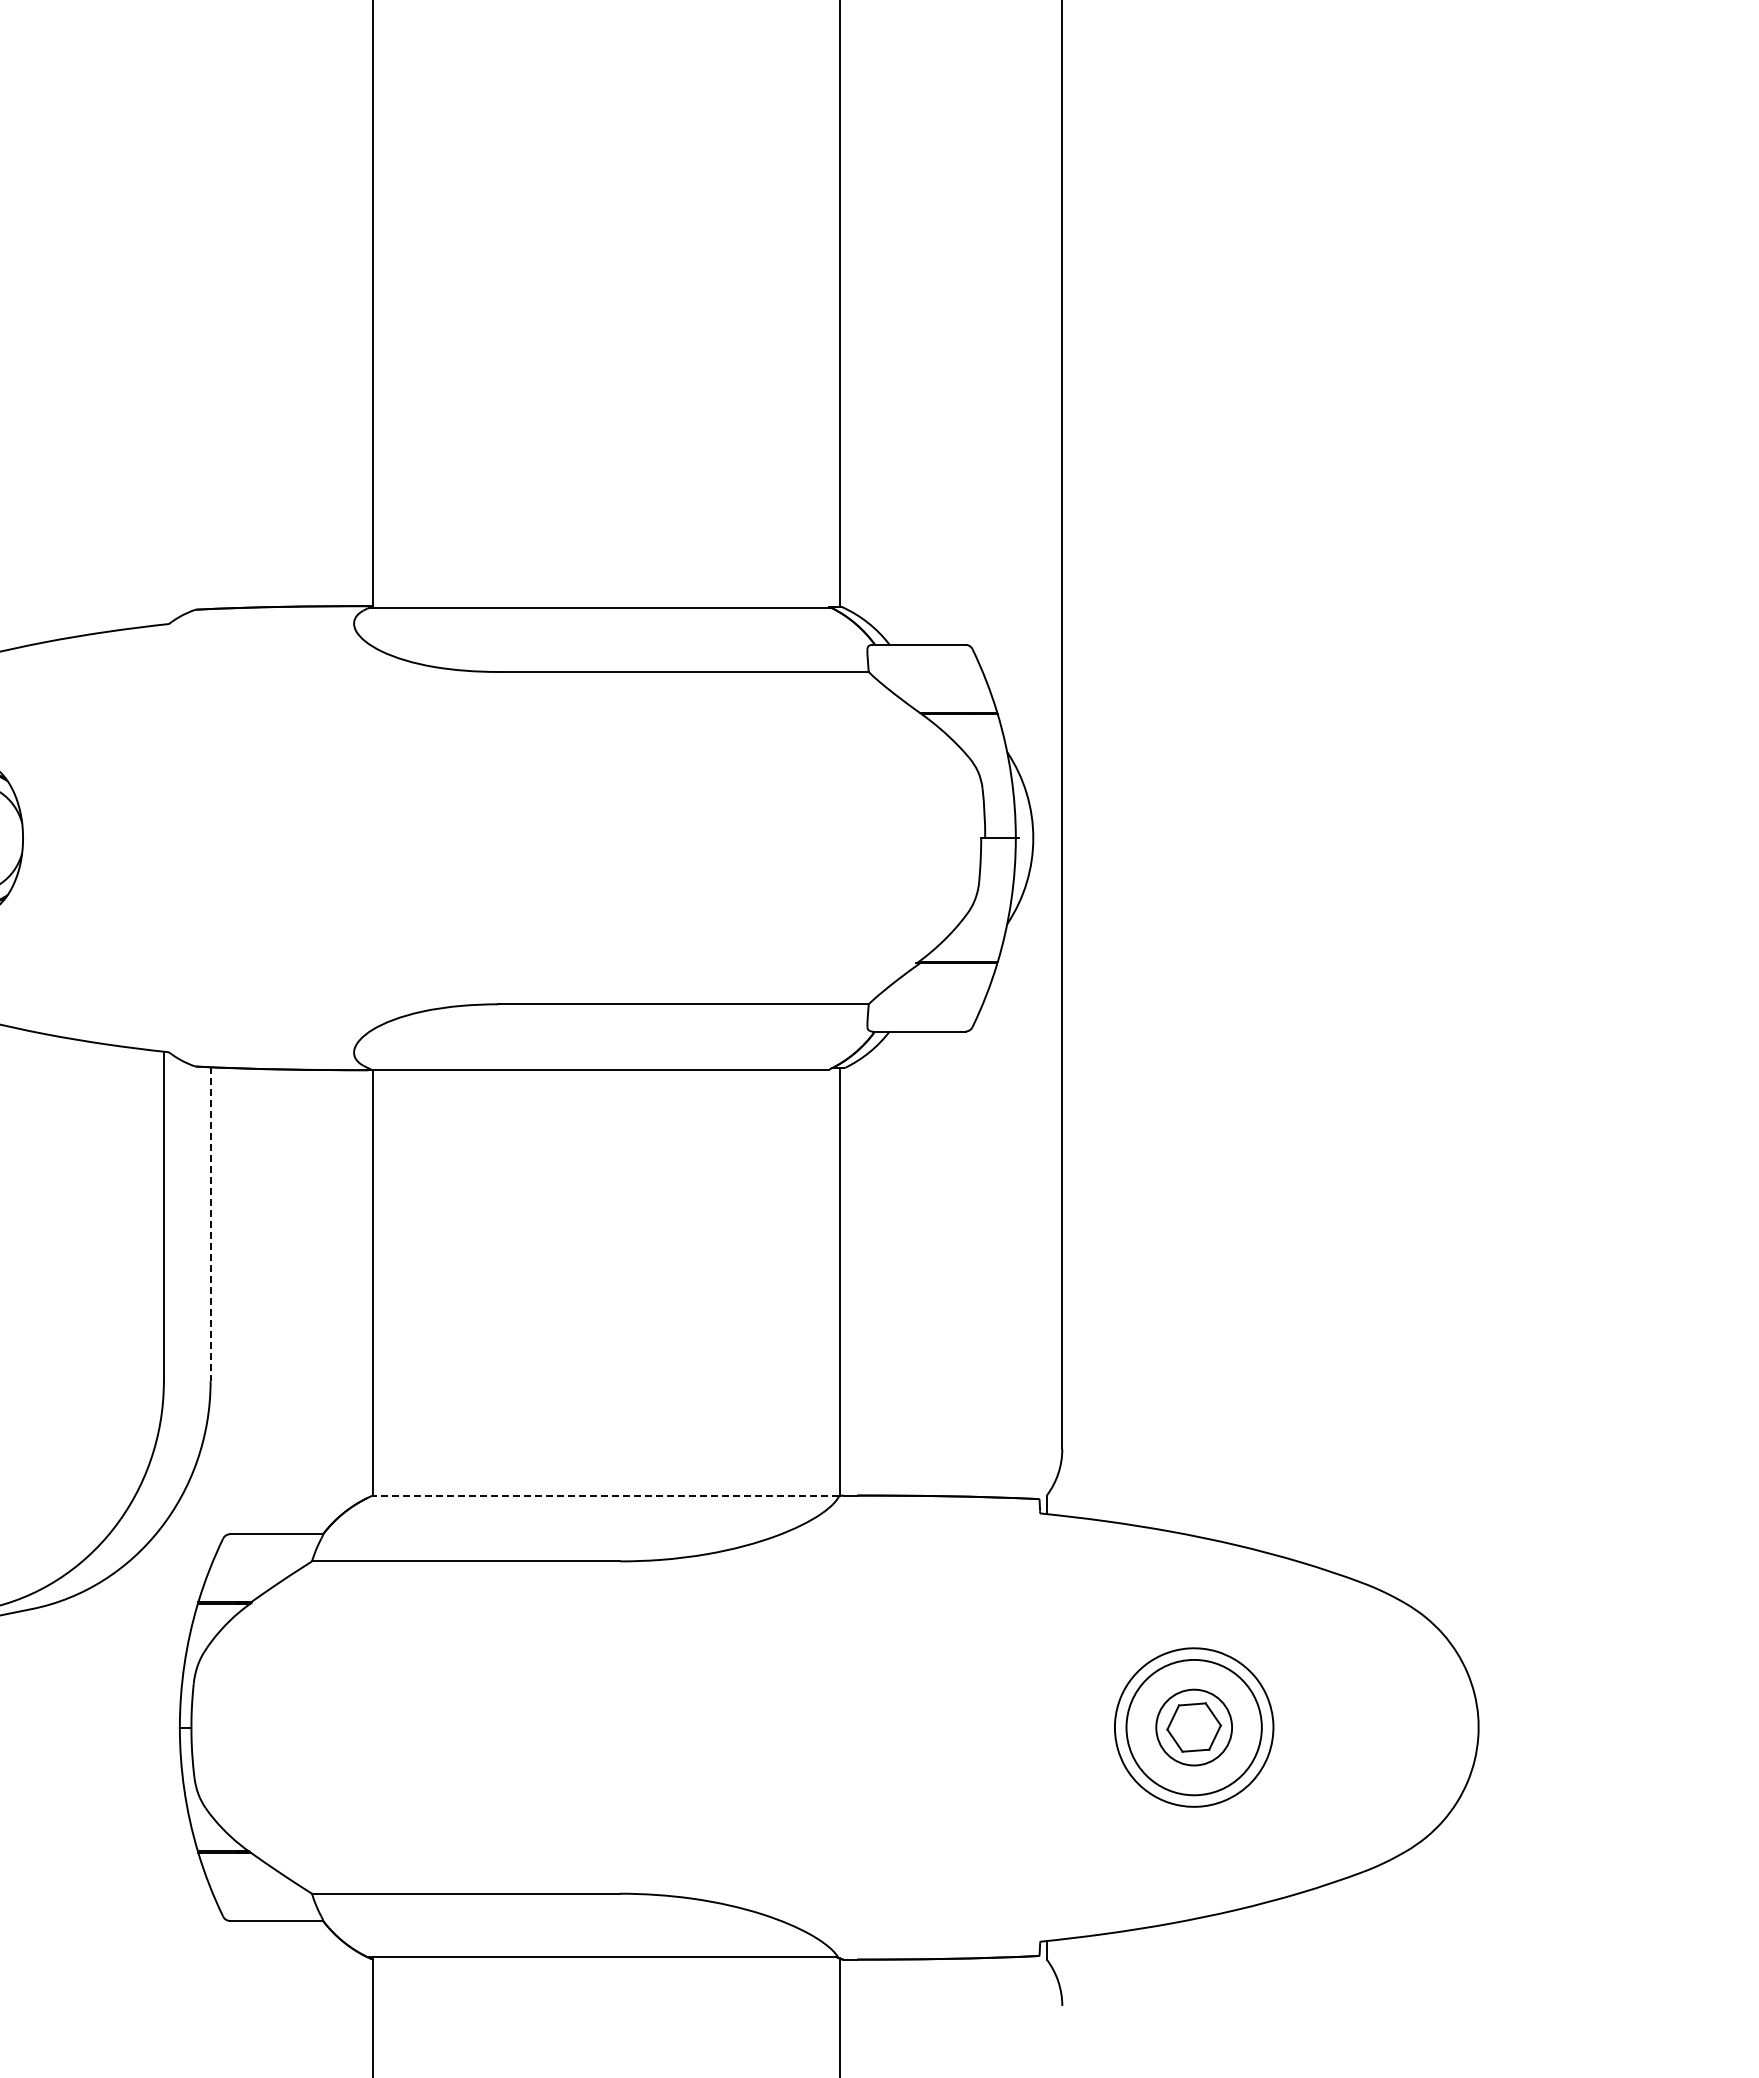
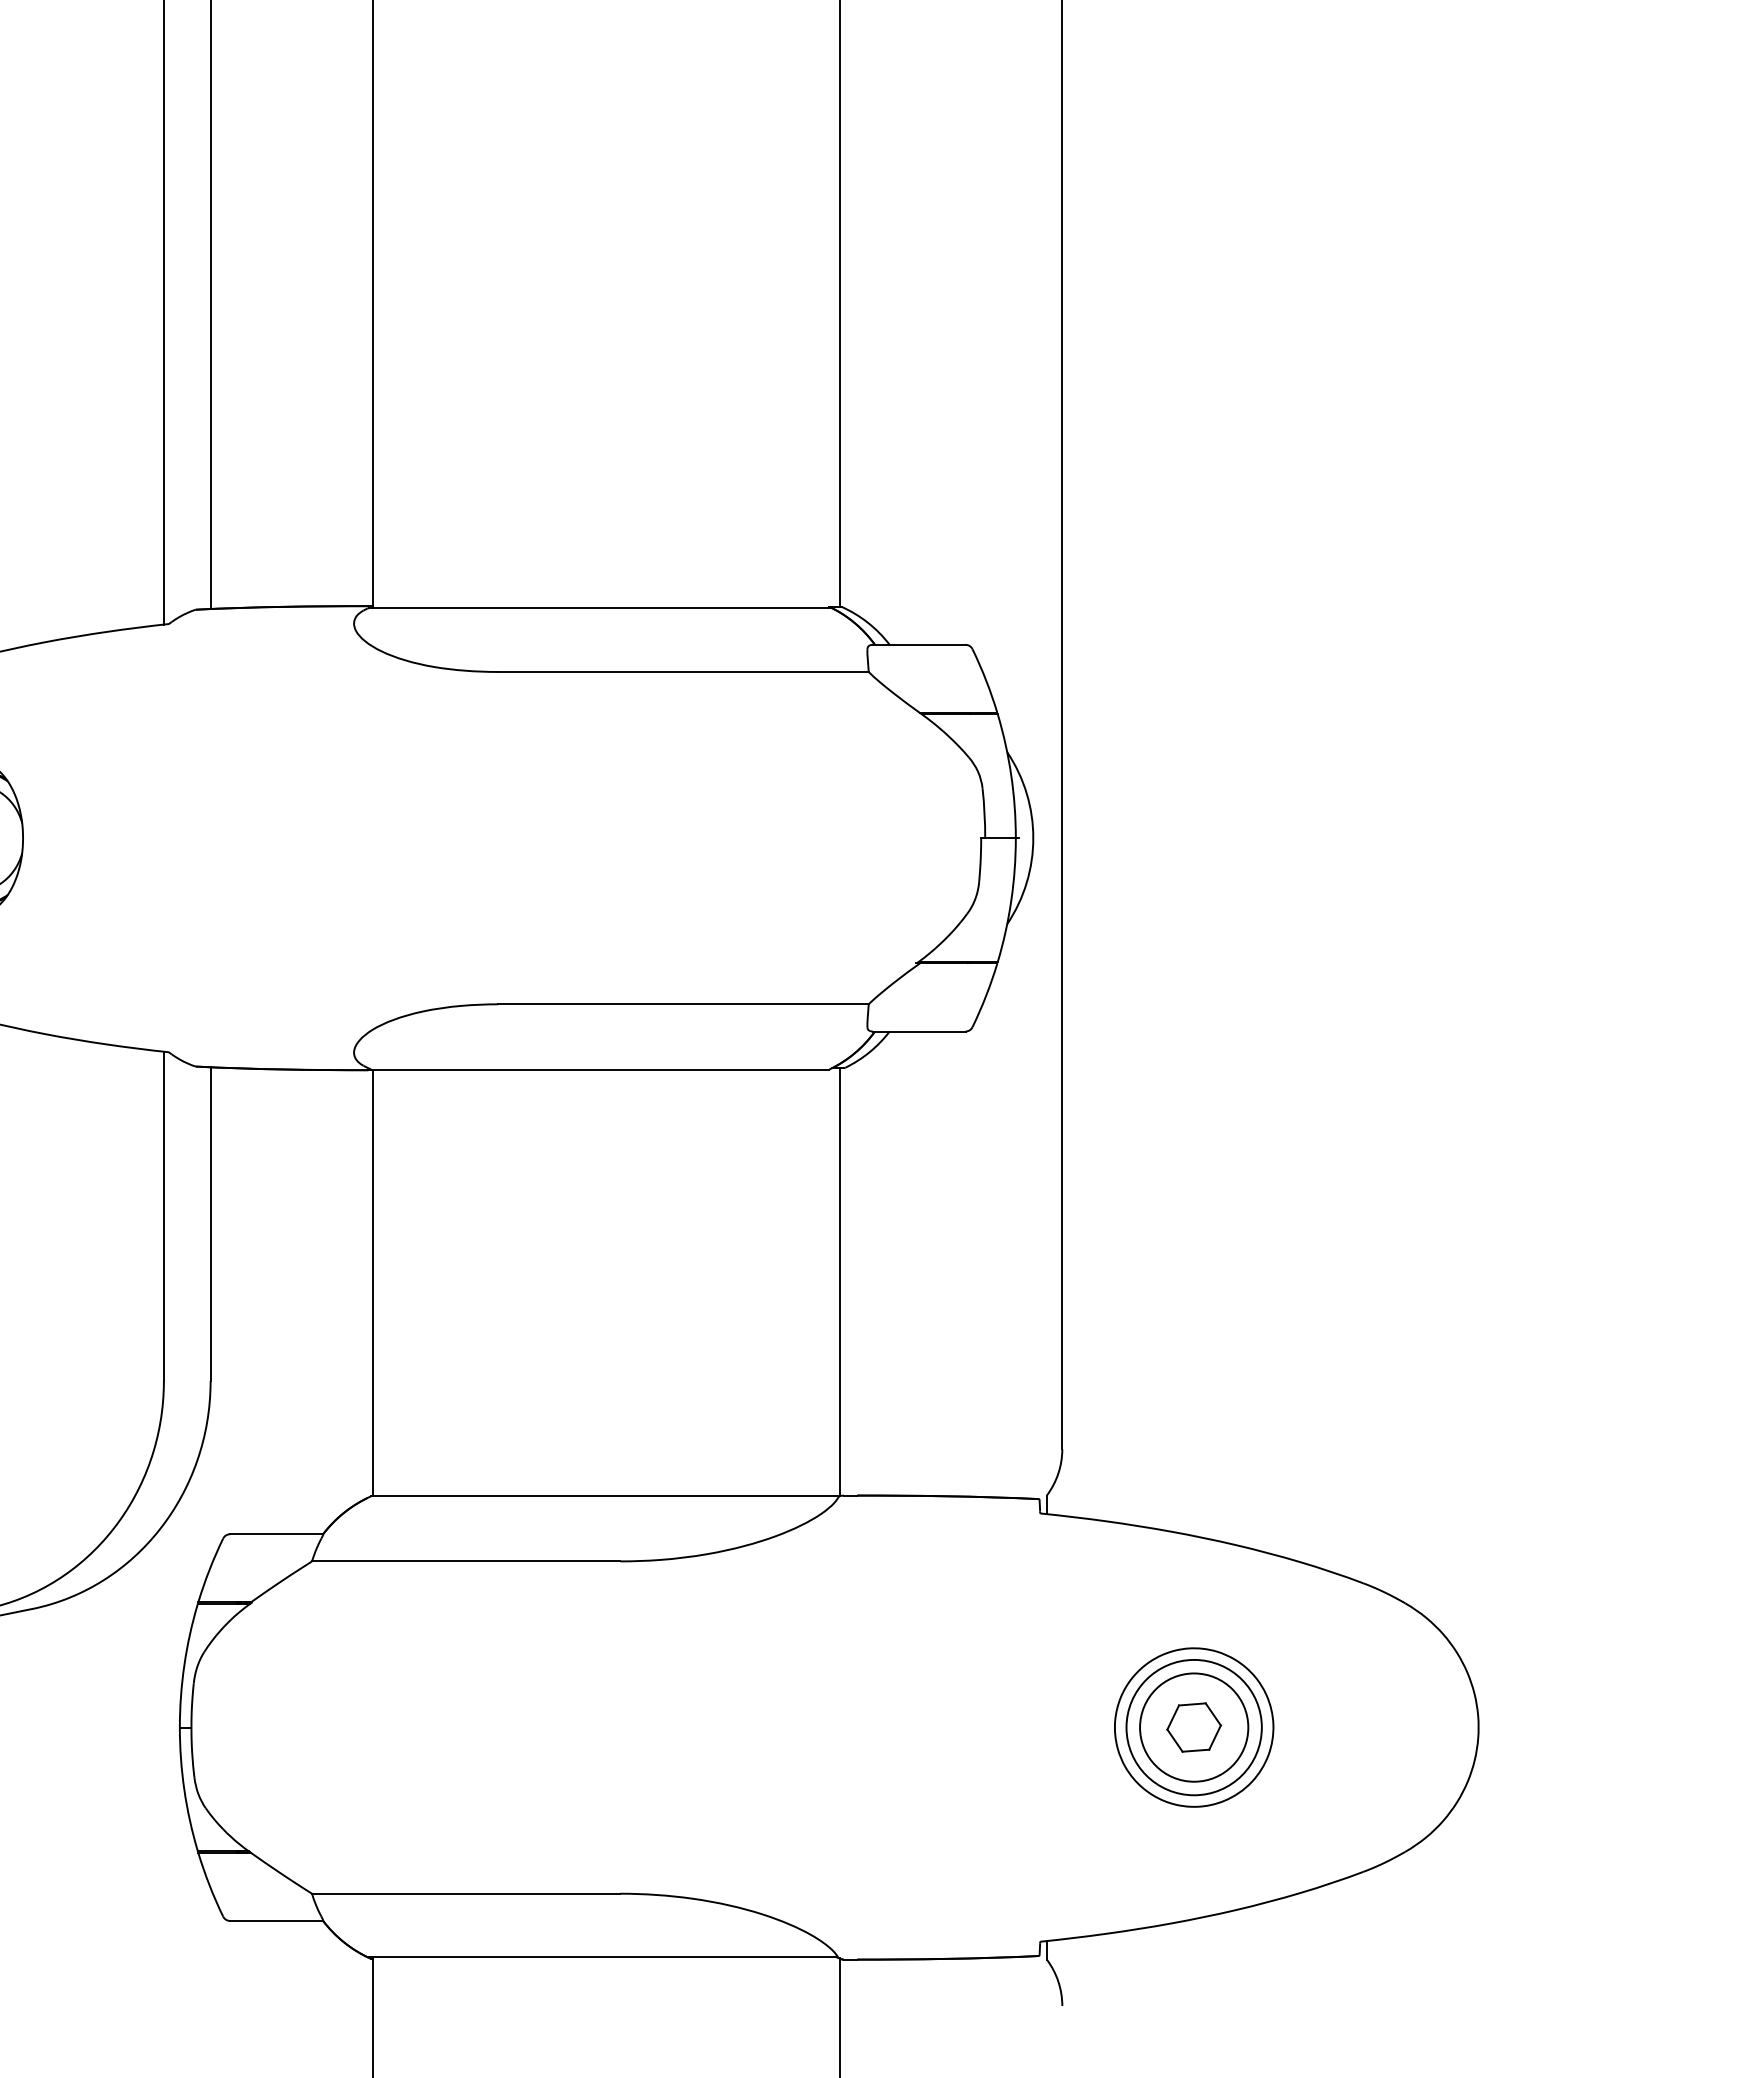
line at (210, 305): none -> present
line at (163, 313): none -> present
line at (210, 1224): dashed -> solid
line at (605, 1496): dashed -> solid
circle at (1194, 1727) diameter: 76 px -> 108 px
